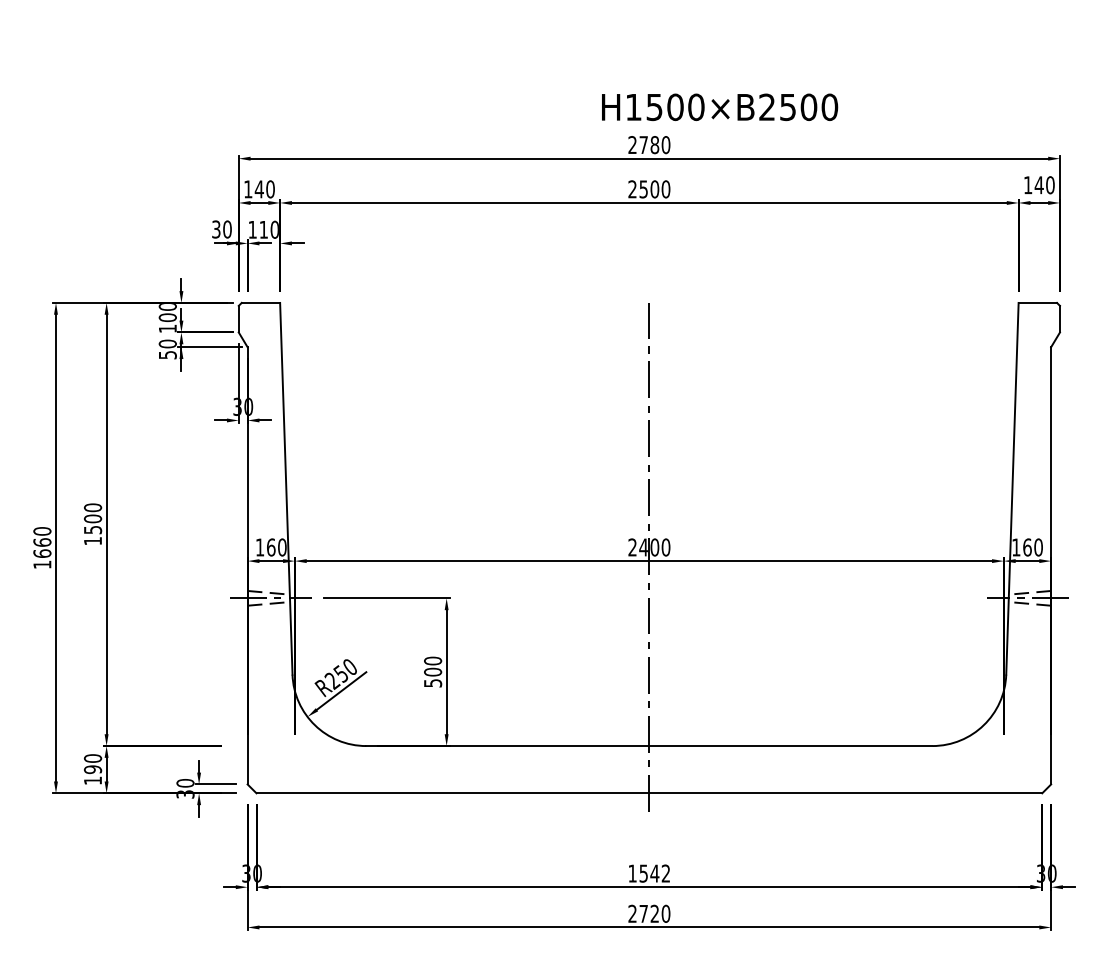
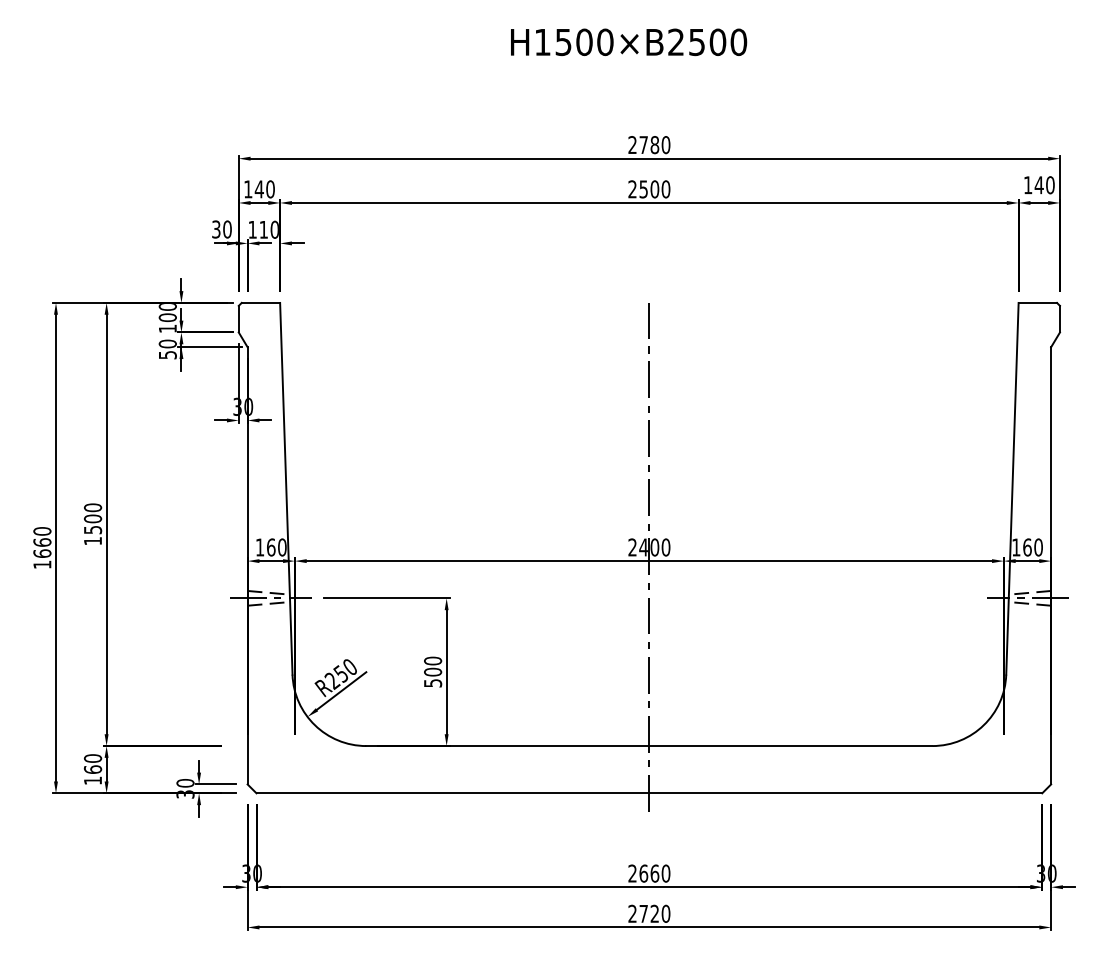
text at (720, 107) position: (720, 107) -> (629, 42)
text at (92, 769): 190 -> 160
text at (649, 873): 1542 -> 2660
